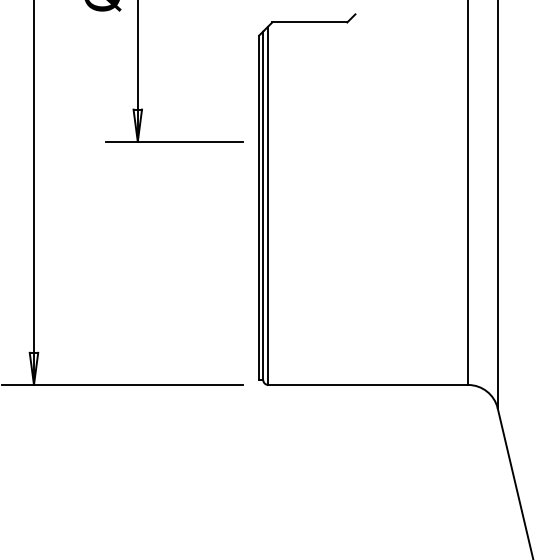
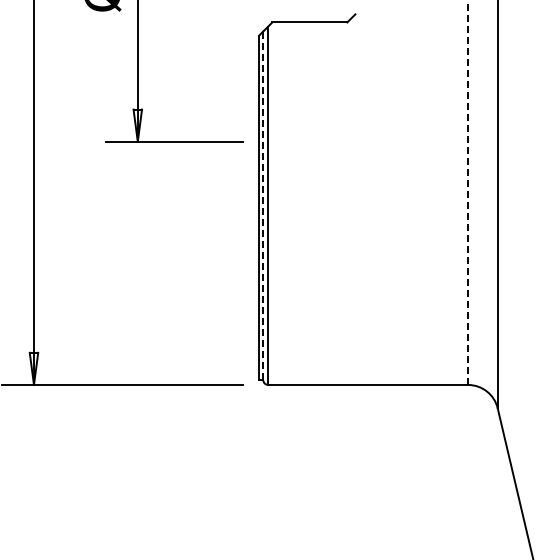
line at (468, 192): solid -> dashed
line at (263, 205): solid -> dashed
